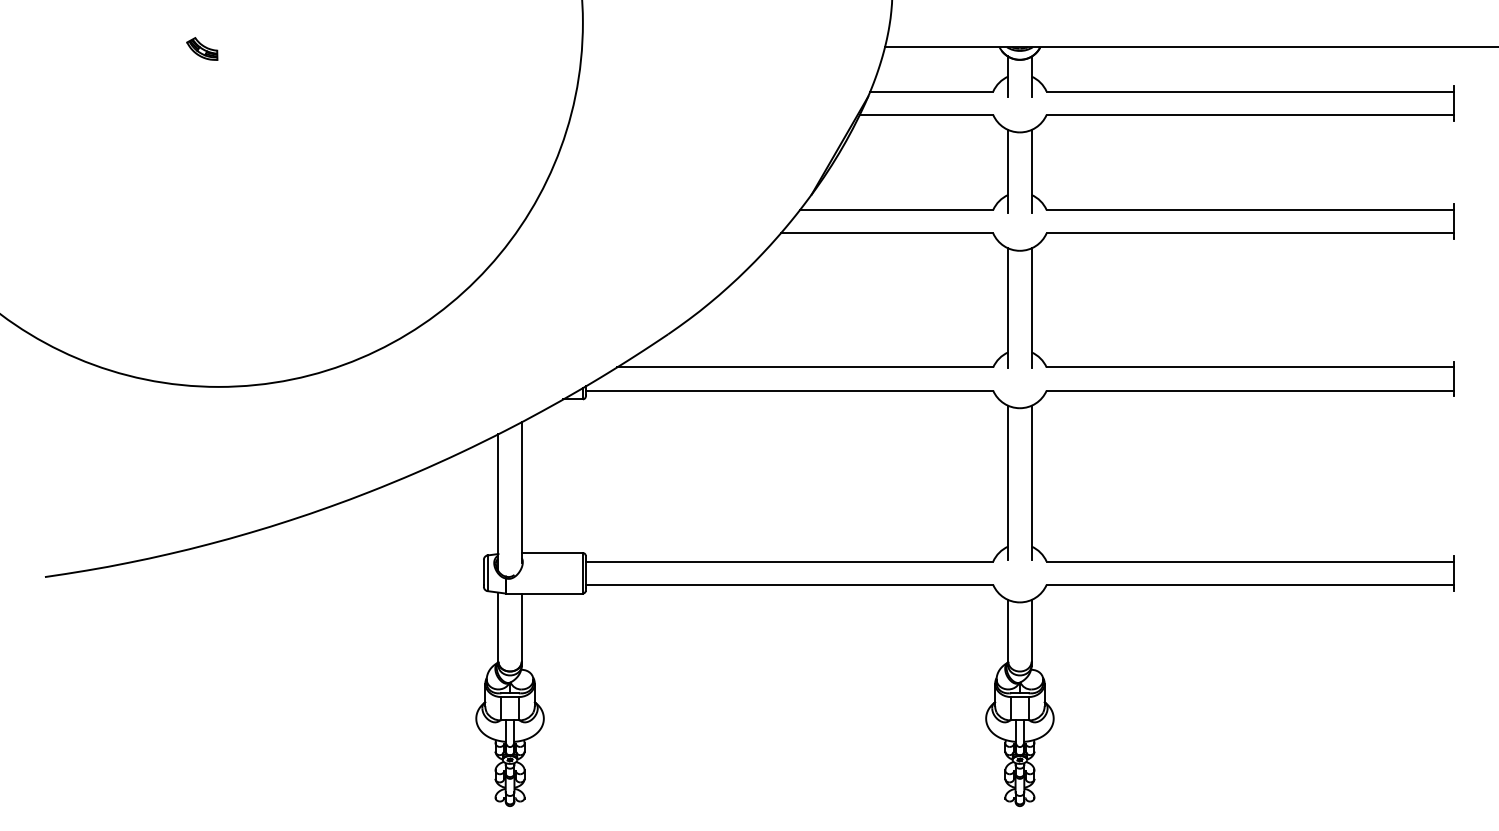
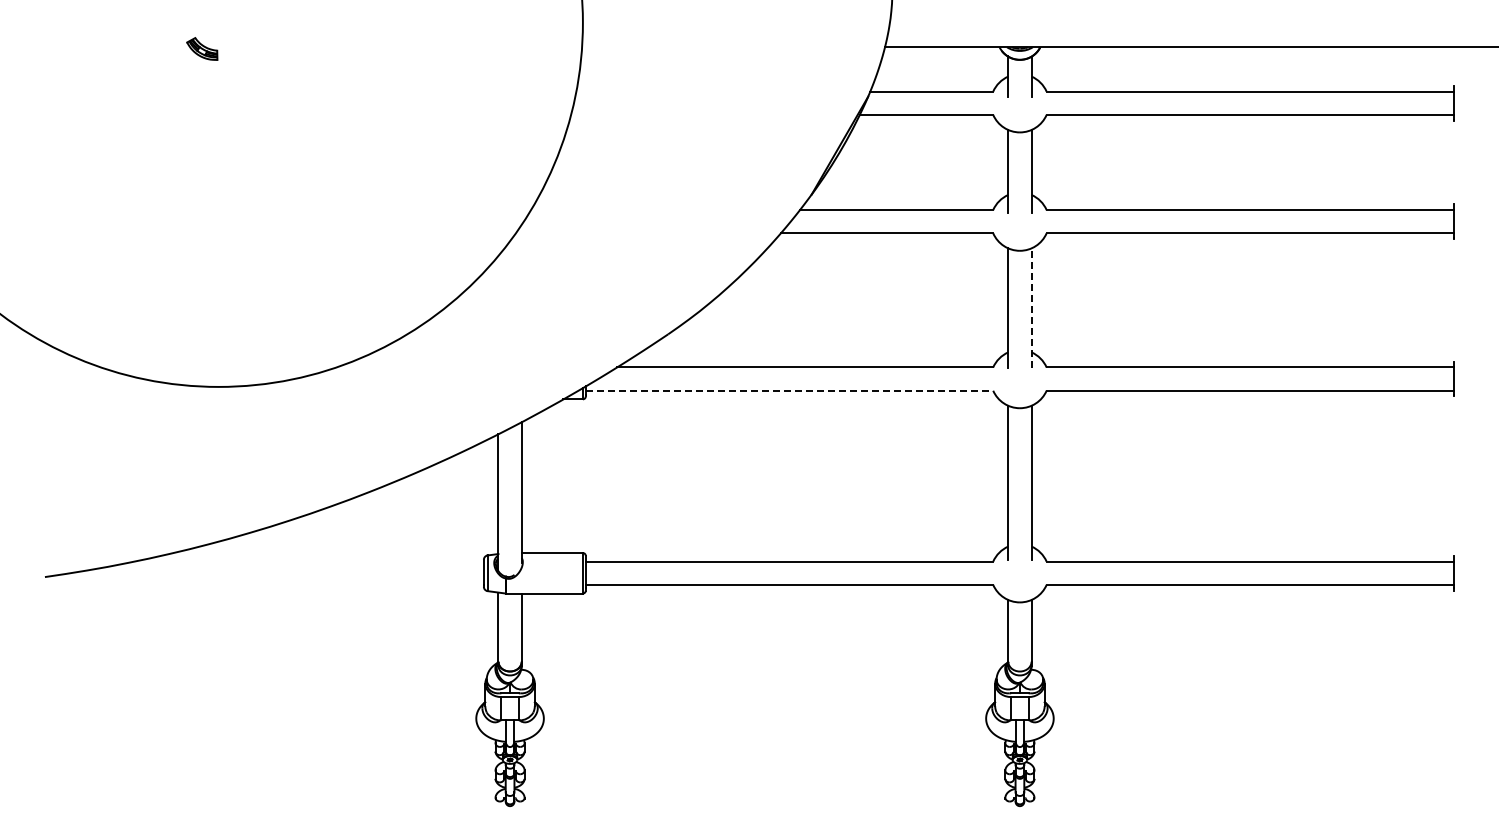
line at (1031, 308): solid -> dashed
line at (789, 390): solid -> dashed
